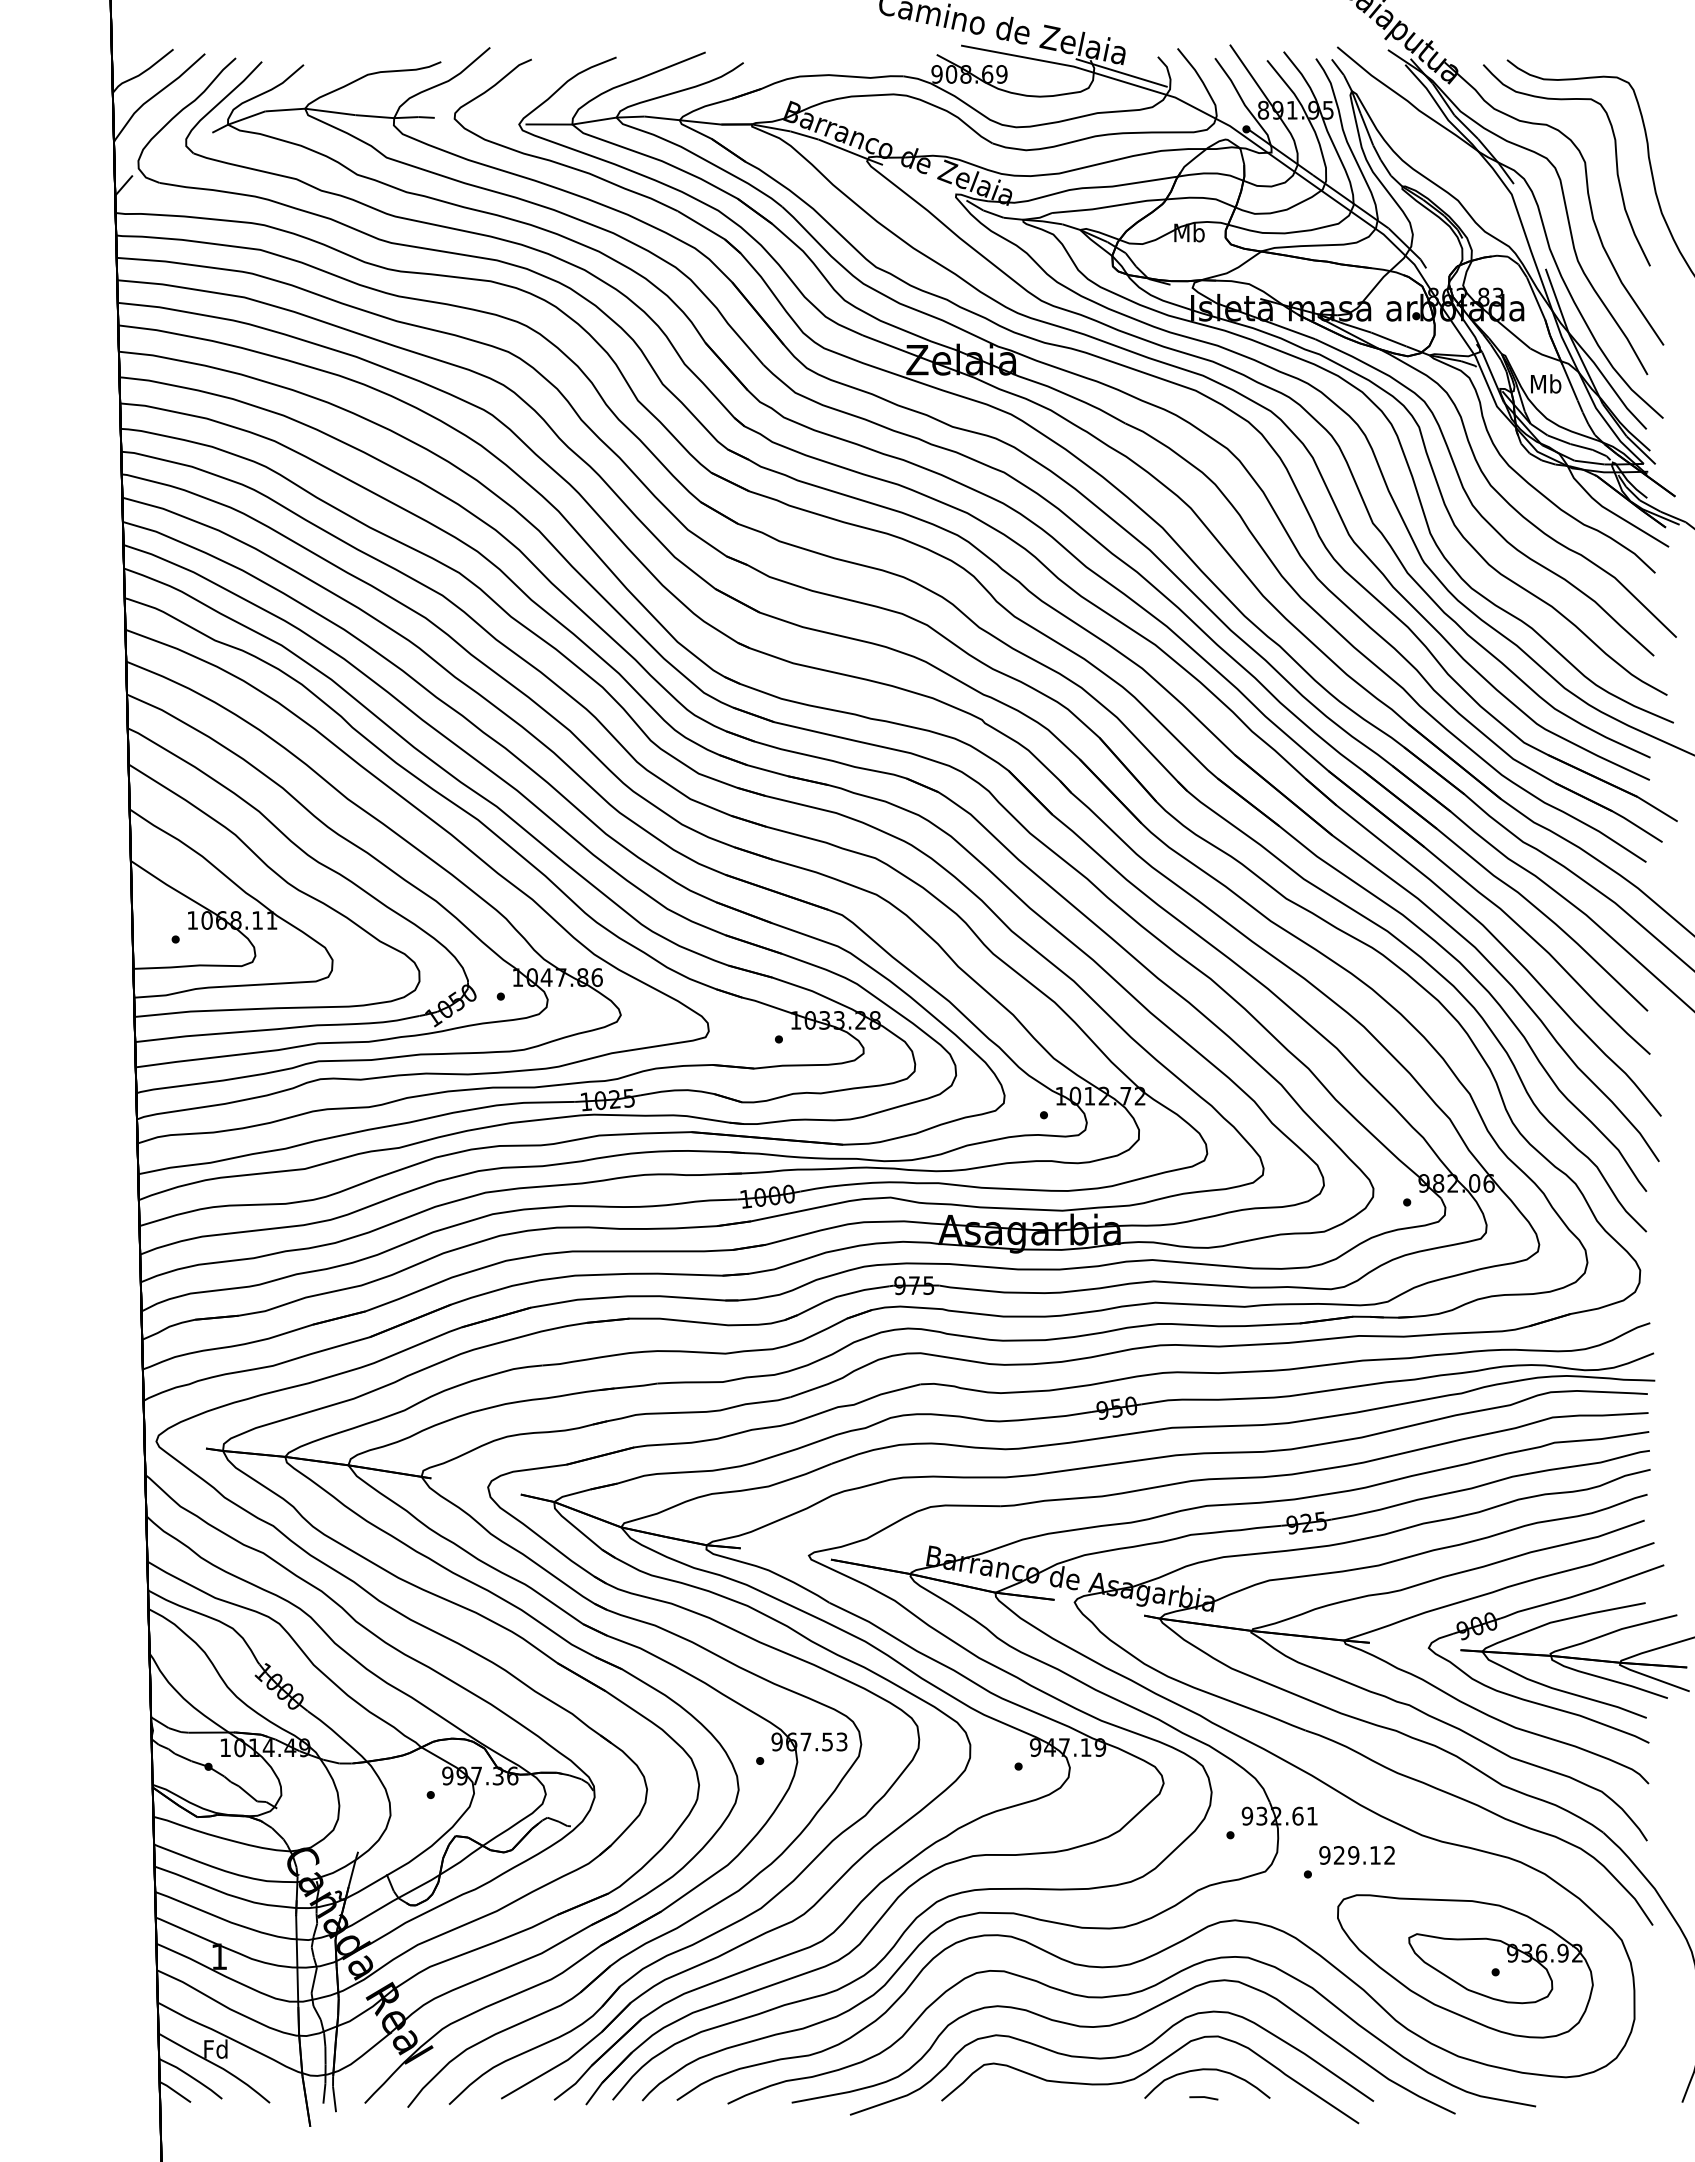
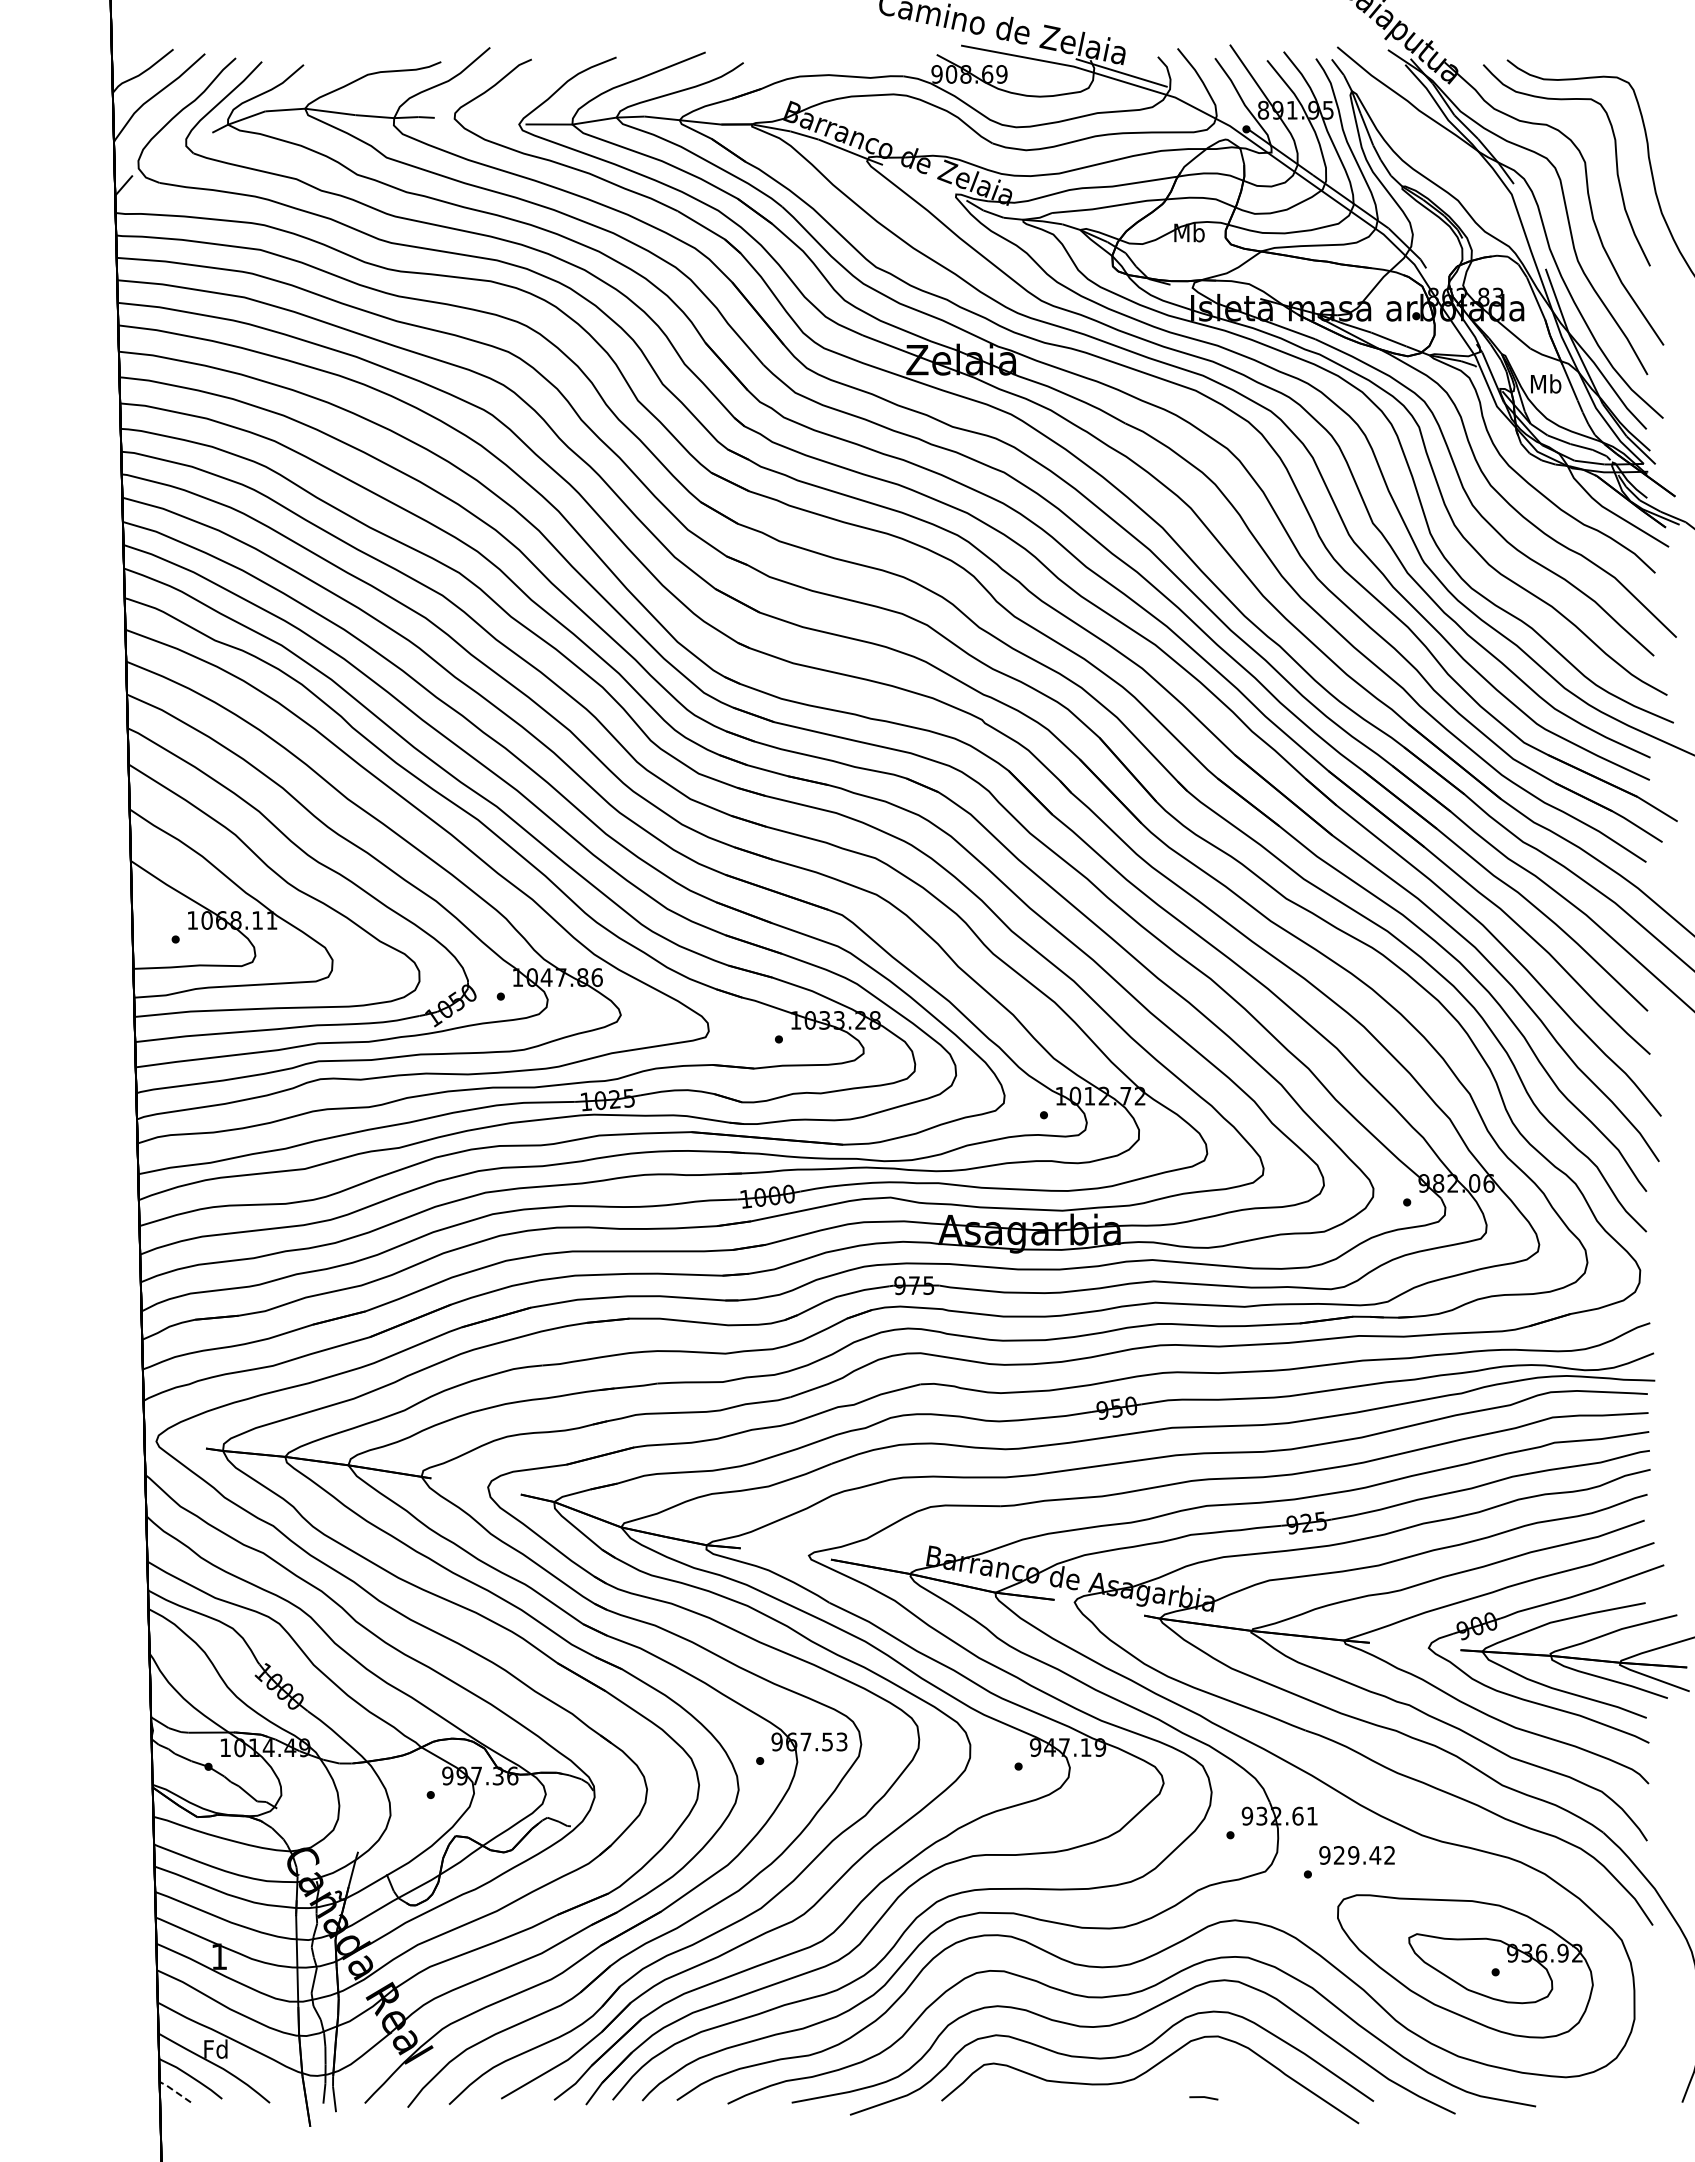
text at (1375, 1855): 929.12 -> 929.42
curve at (1207, 2070): present -> none
line at (174, 2091): solid -> dashed
